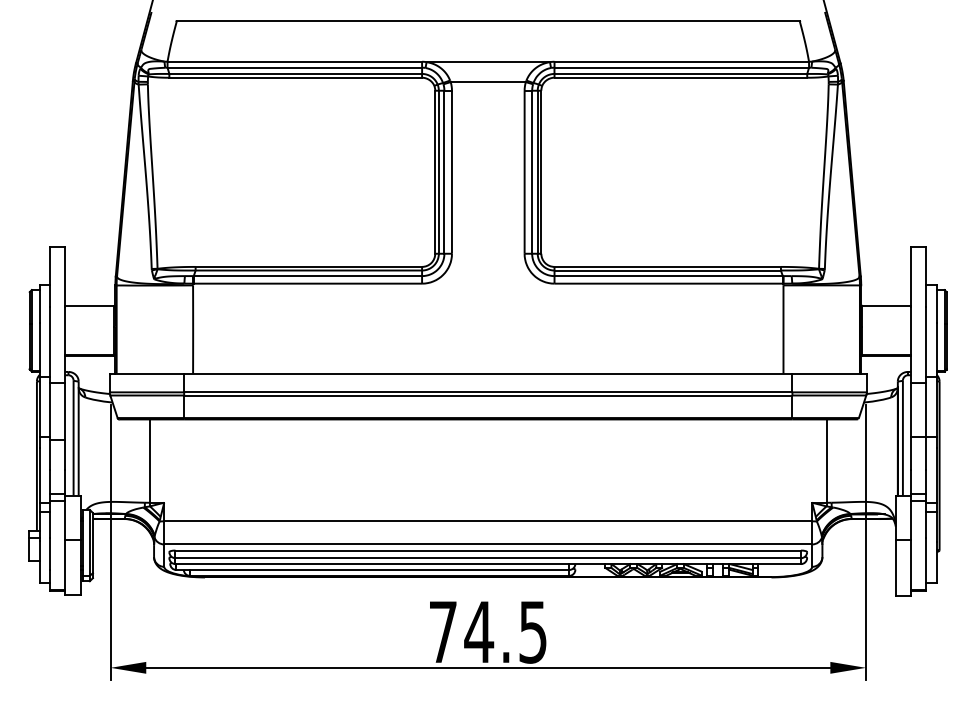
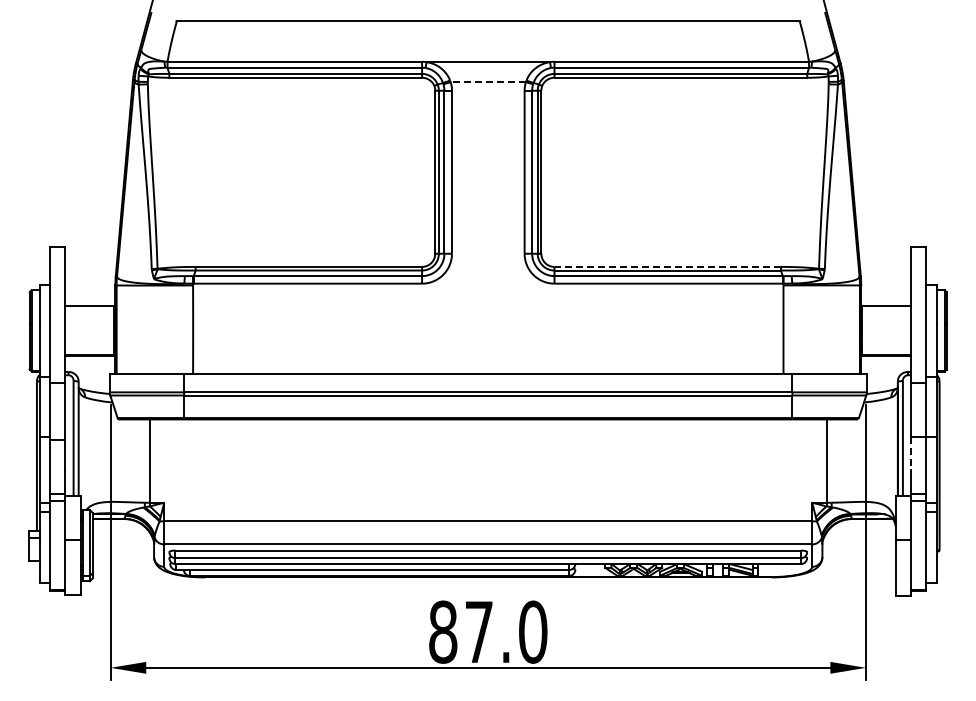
line at (488, 82): solid -> dashed
line at (667, 266): solid -> dashed
line at (911, 454): solid -> dashed
text at (488, 631): 74.5 -> 87.0
